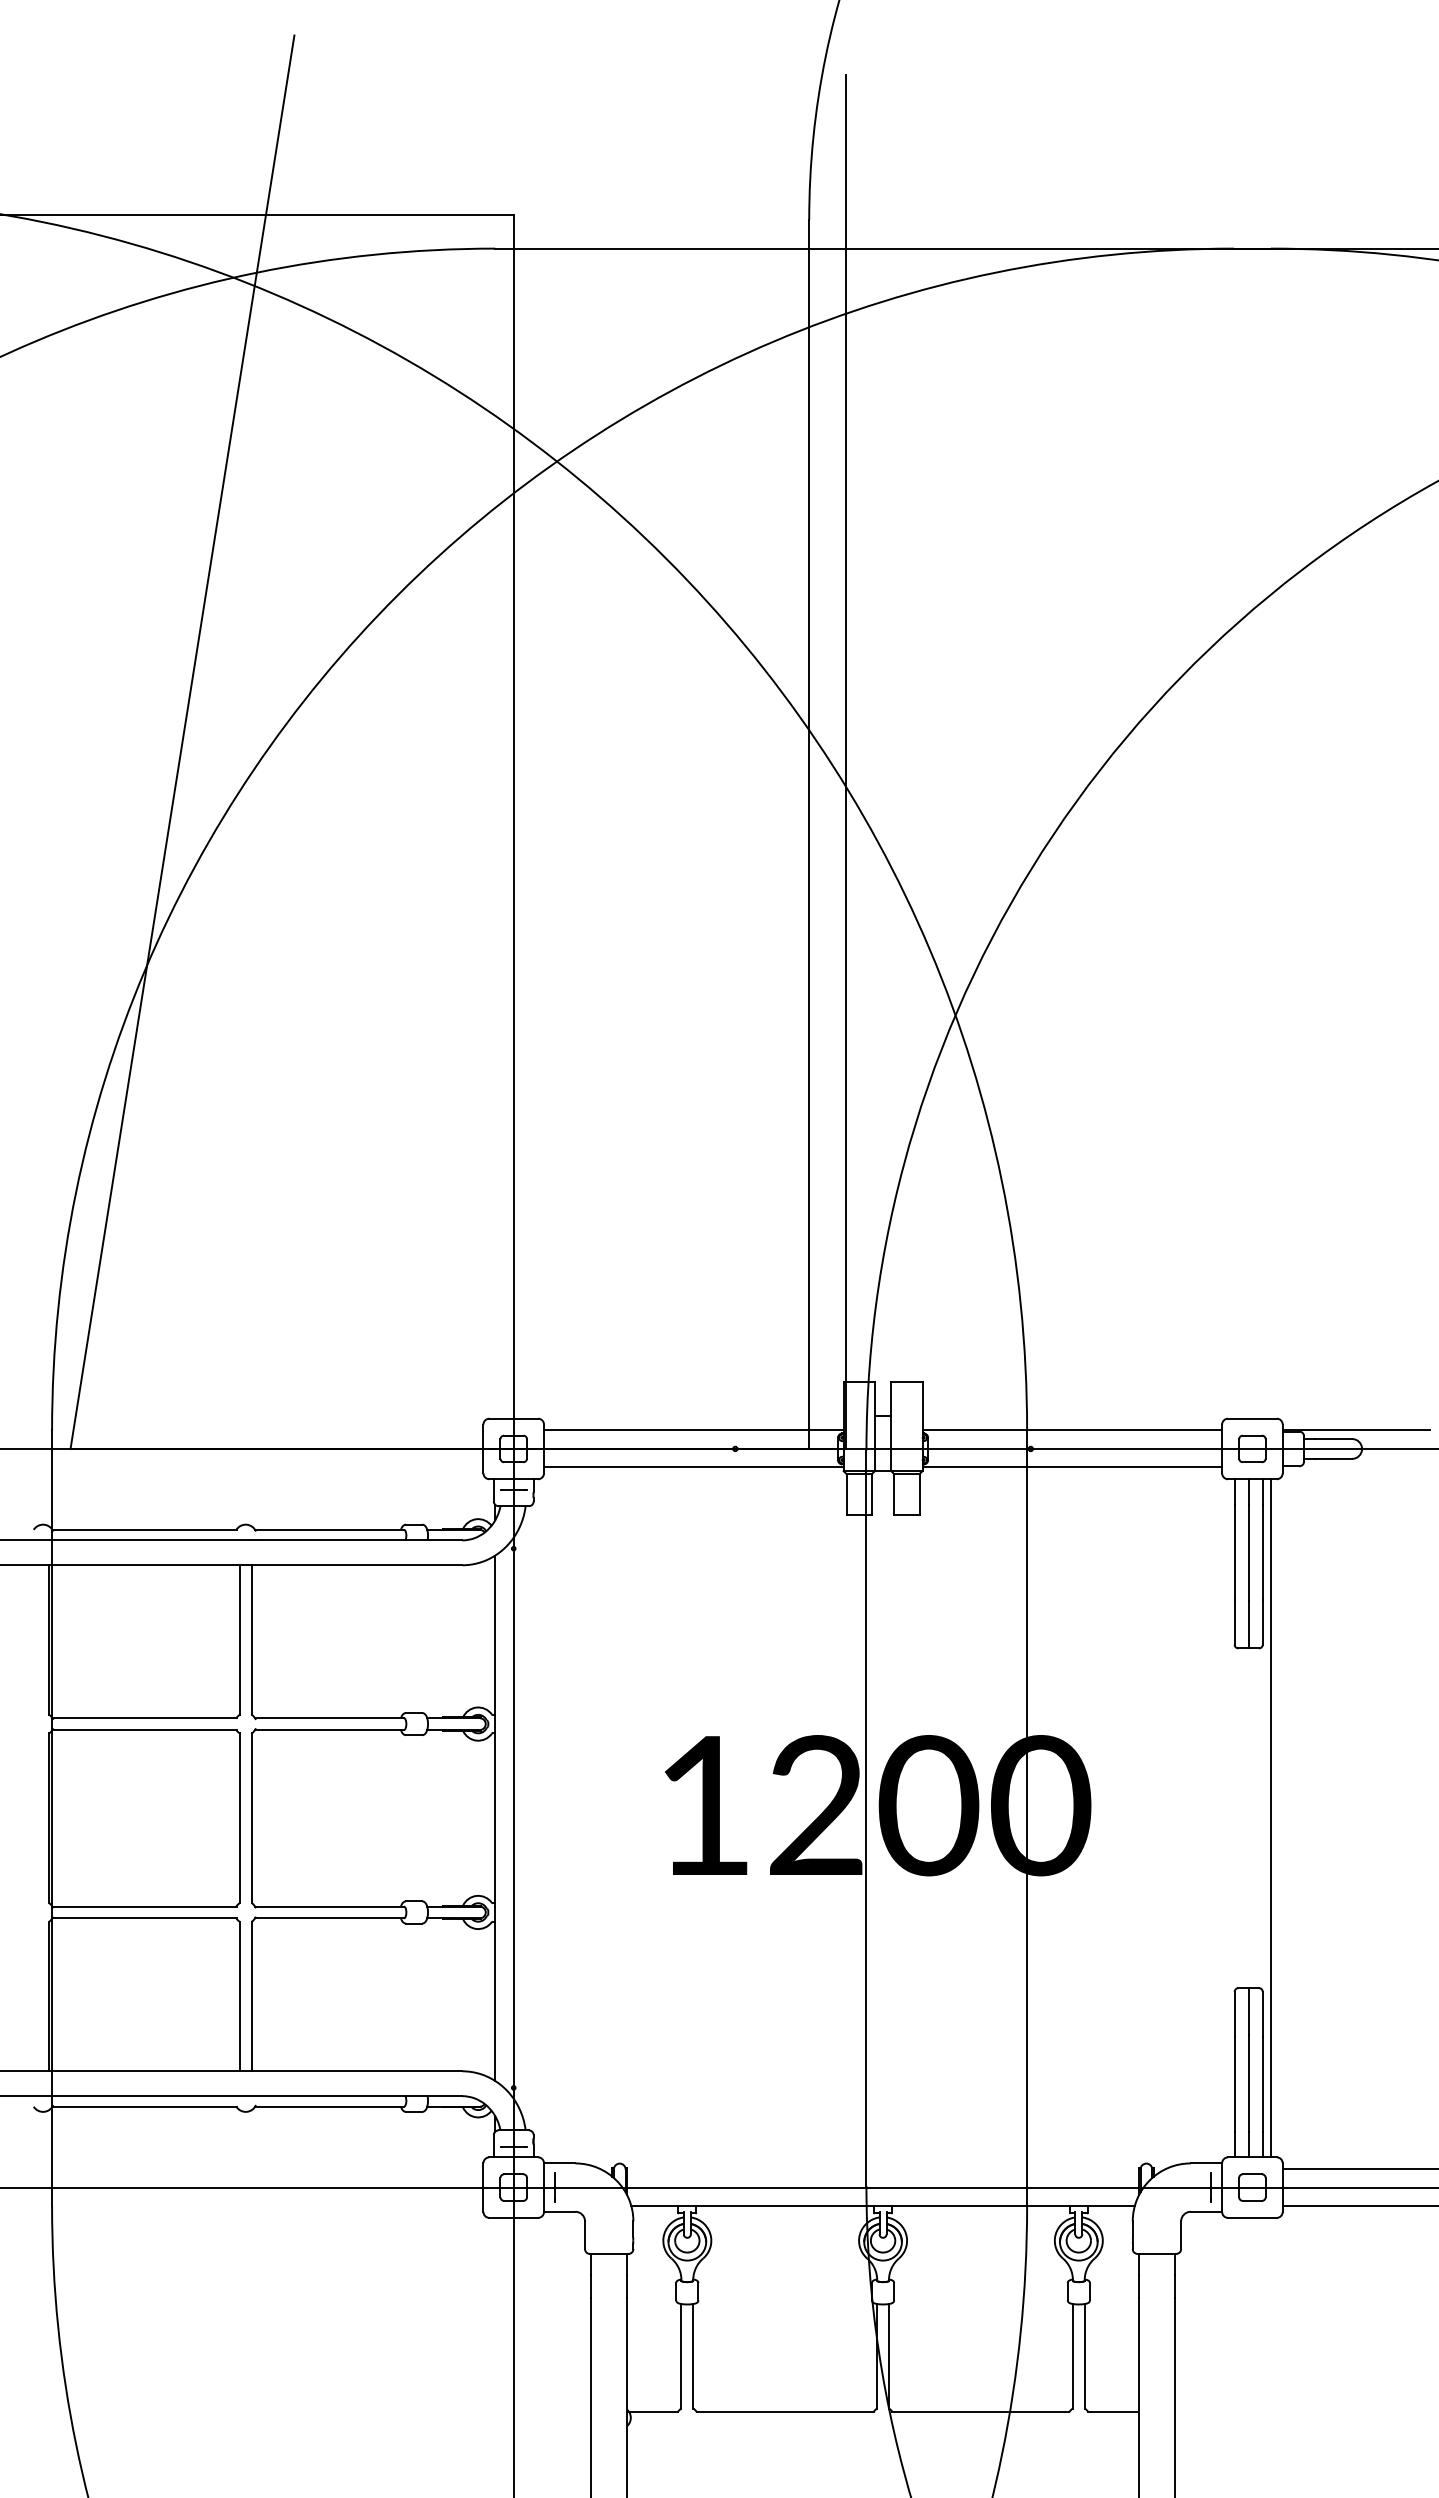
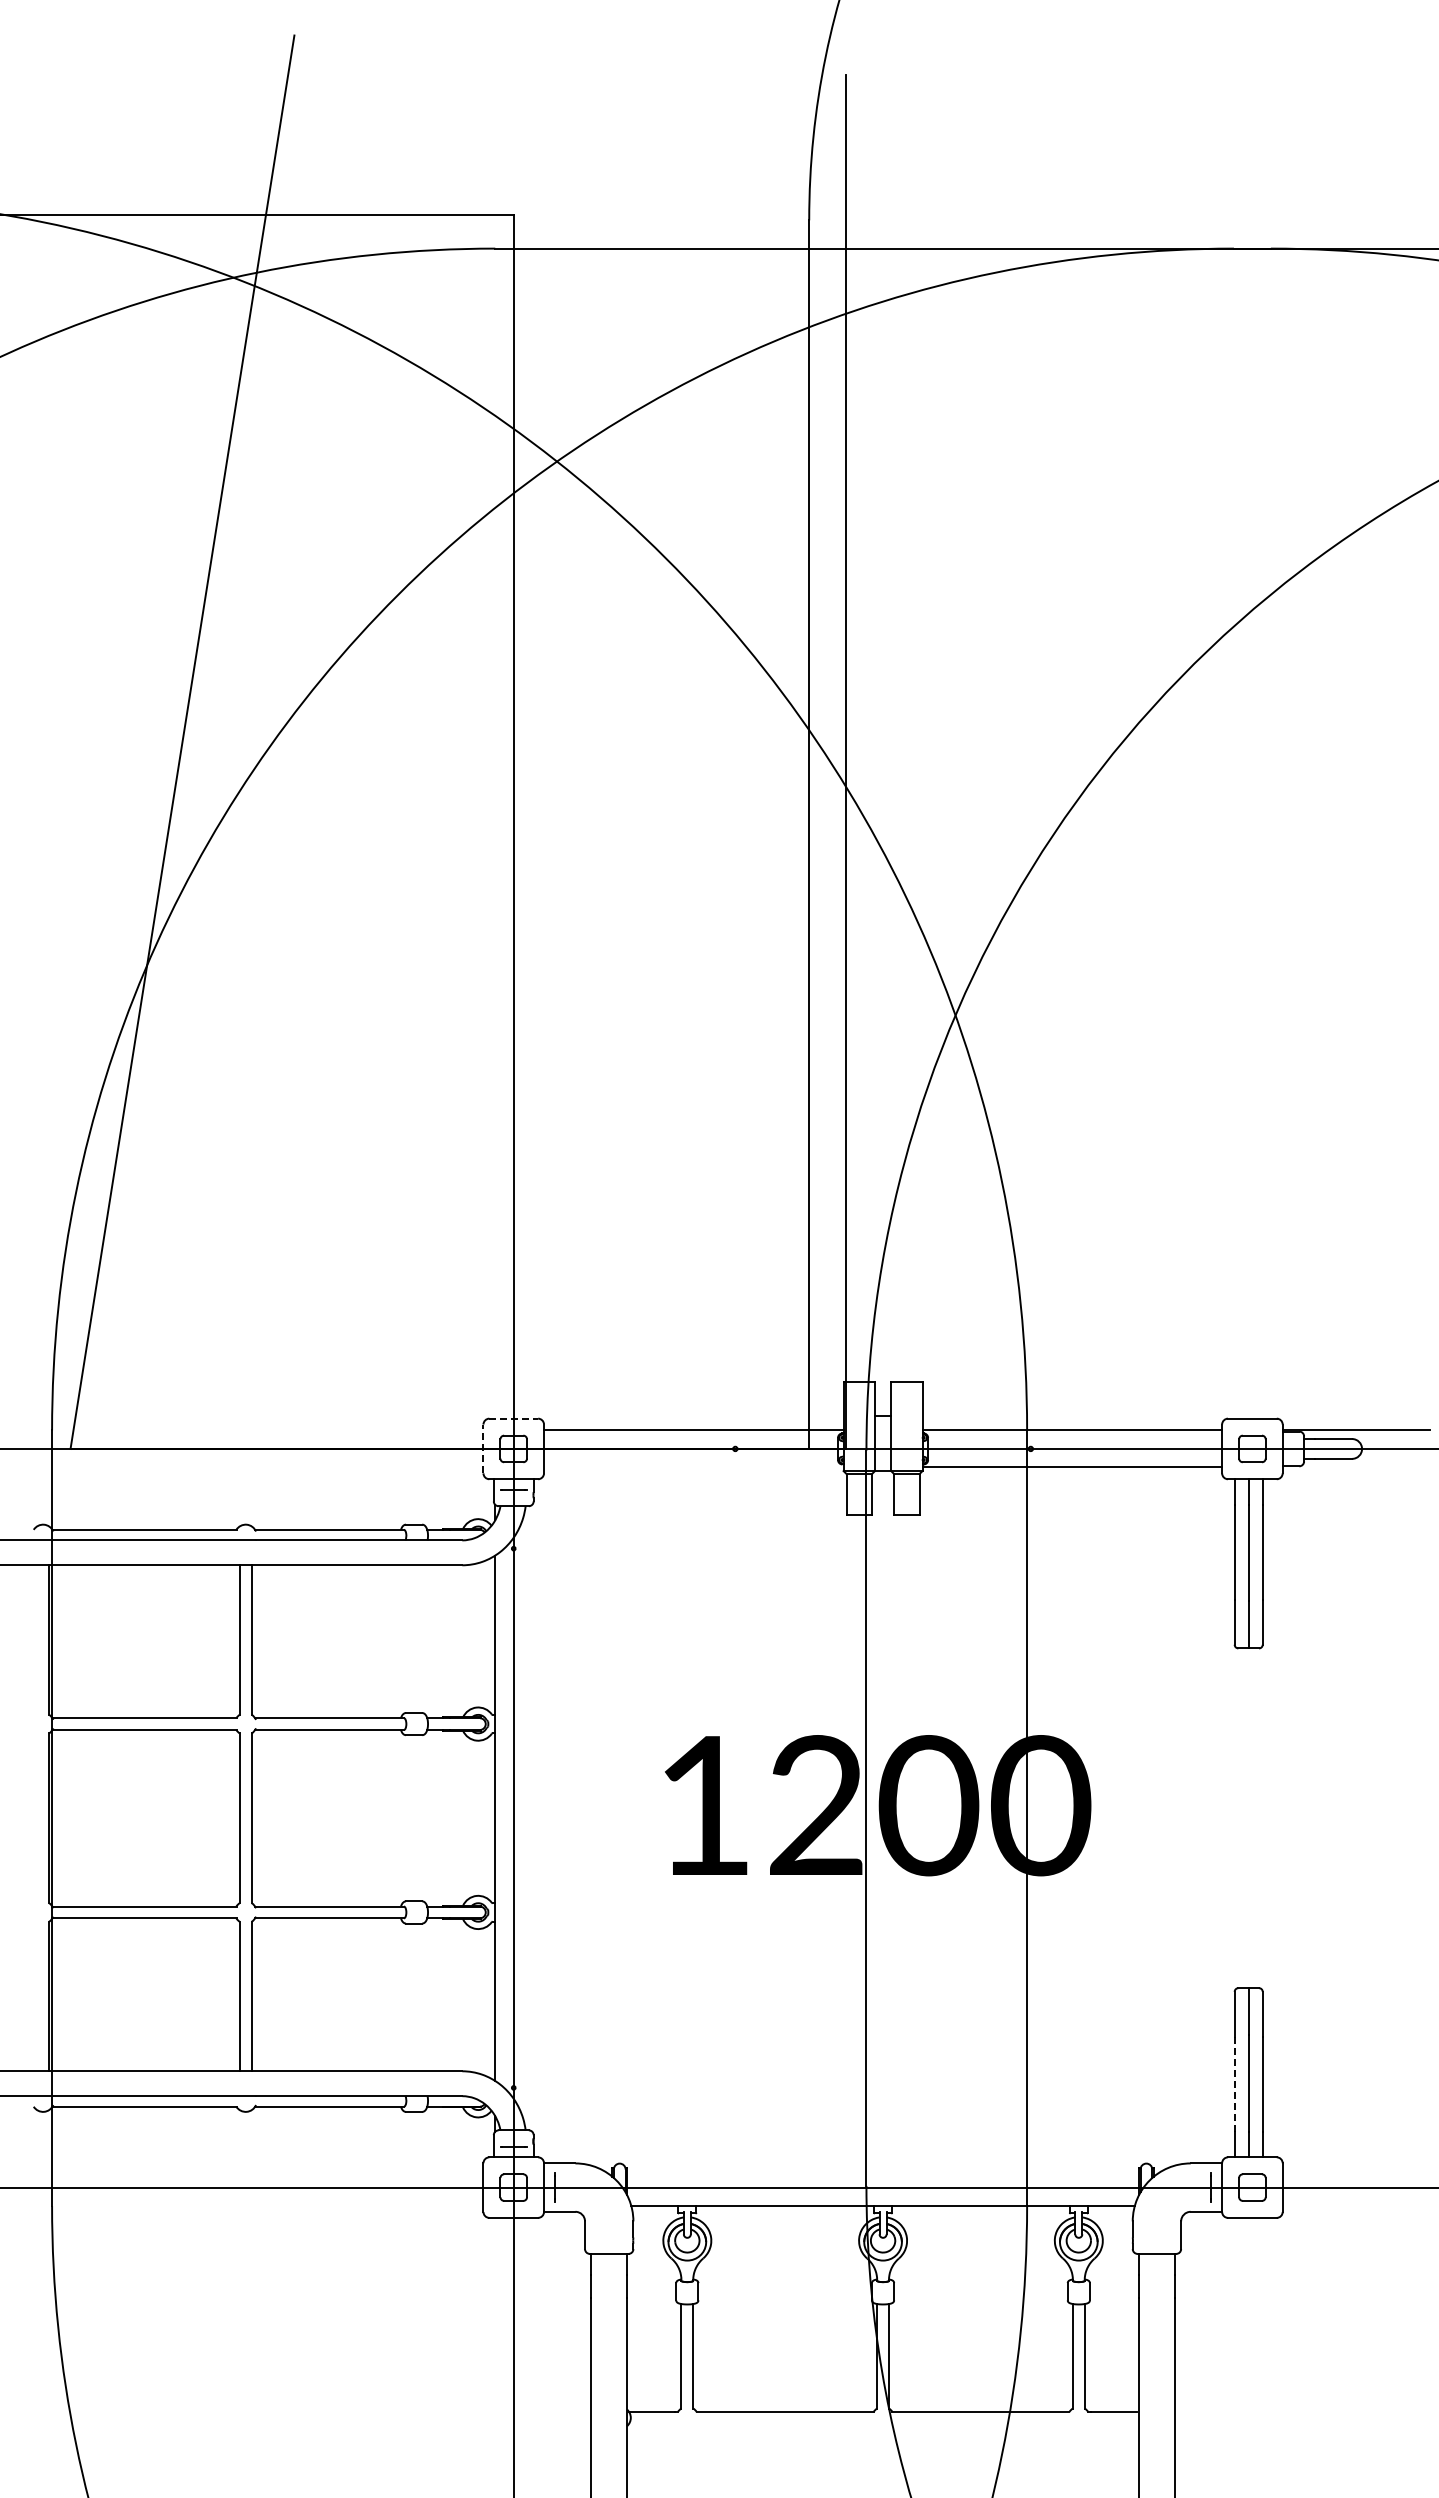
line at (514, 1418): solid -> dashed
line at (483, 1448): solid -> dashed
line at (693, 1467): present -> none
line at (1270, 1818): present -> none
line at (1234, 2084): solid -> dashed
line at (1358, 2169): present -> none
line at (1358, 2206): present -> none
